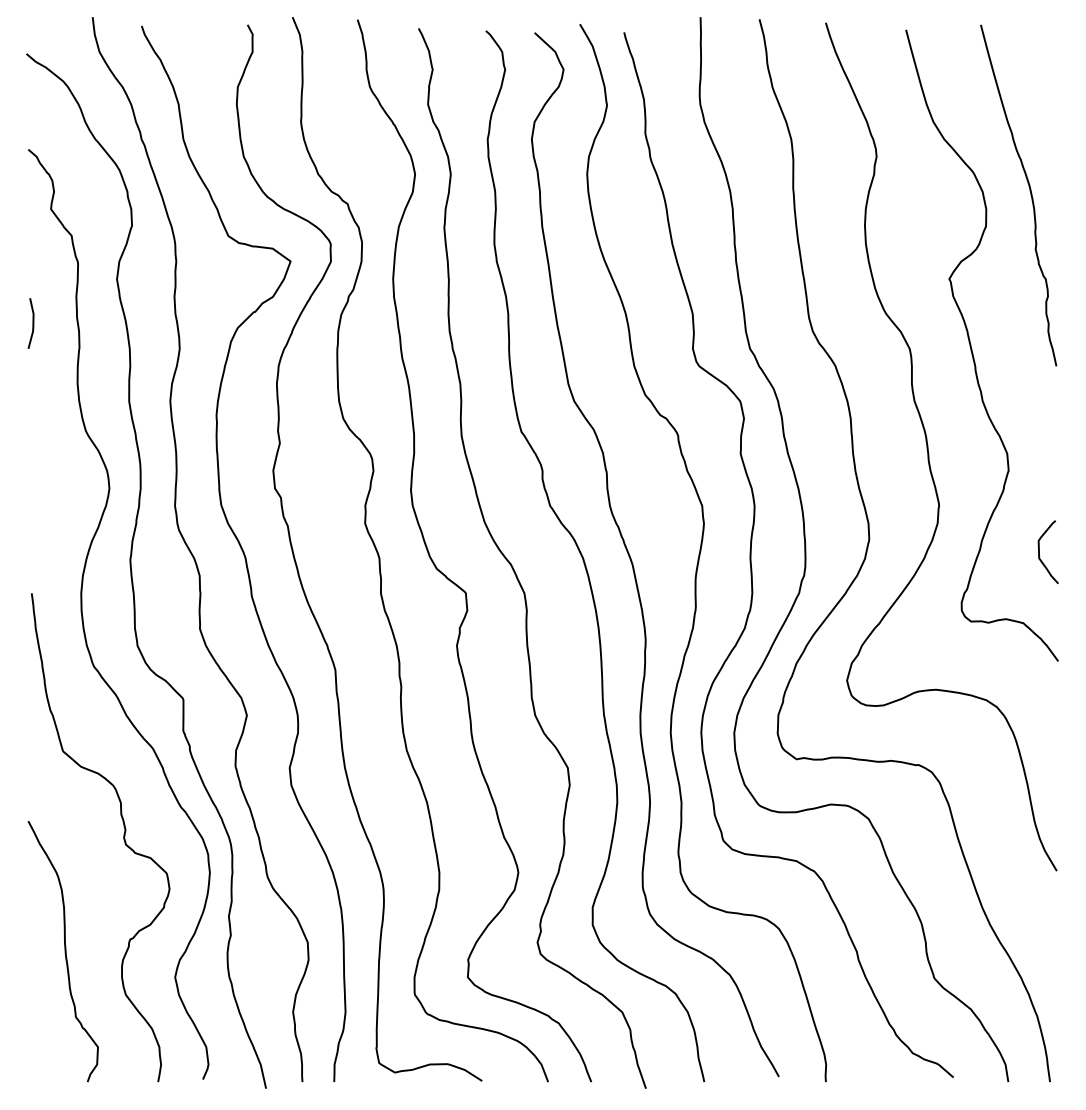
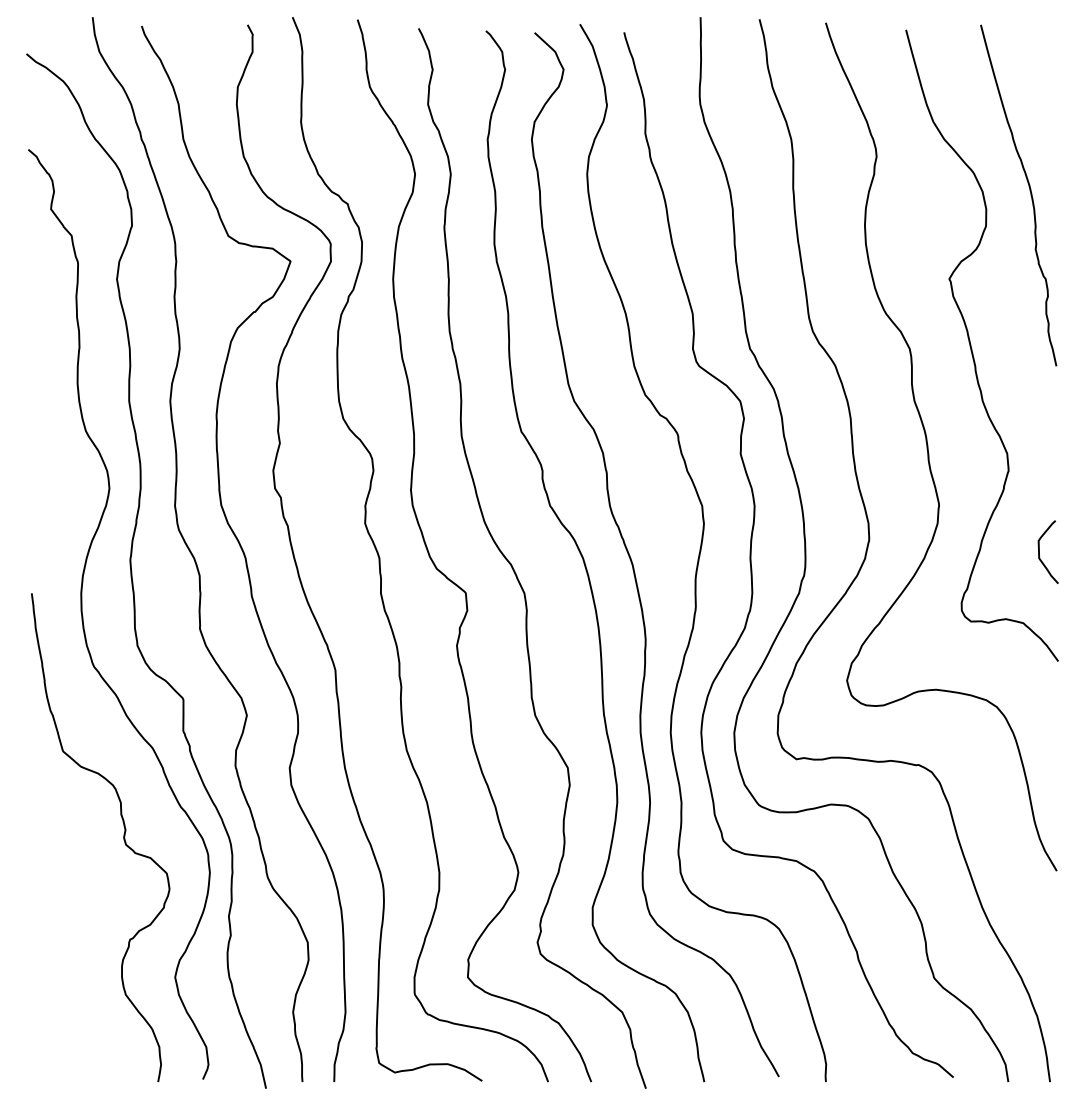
line at (32, 323): present -> none
curve at (64, 951): present -> none
